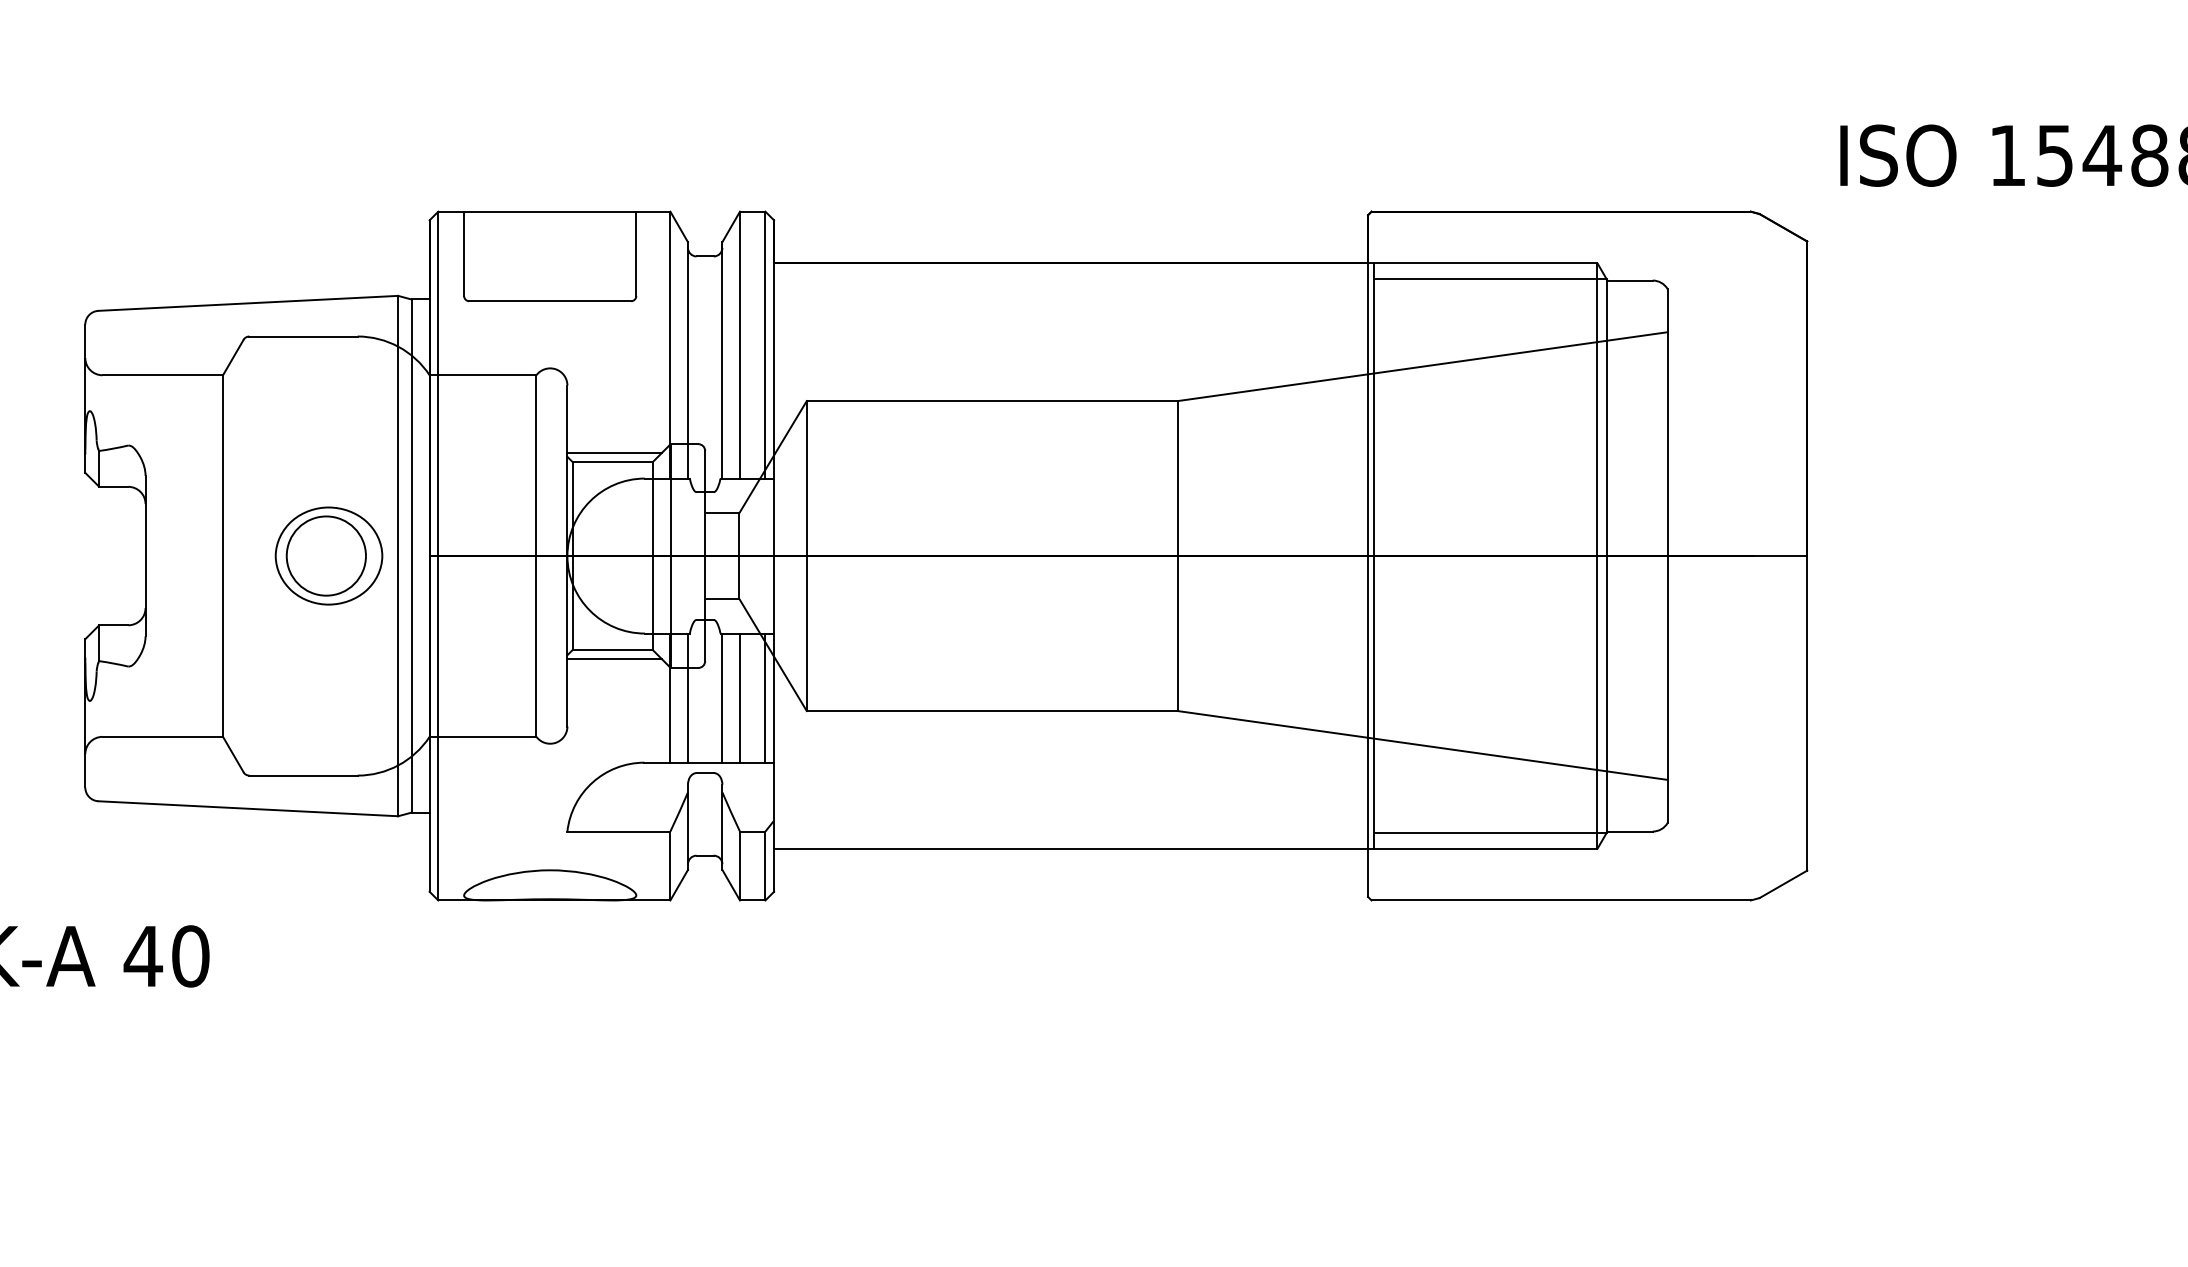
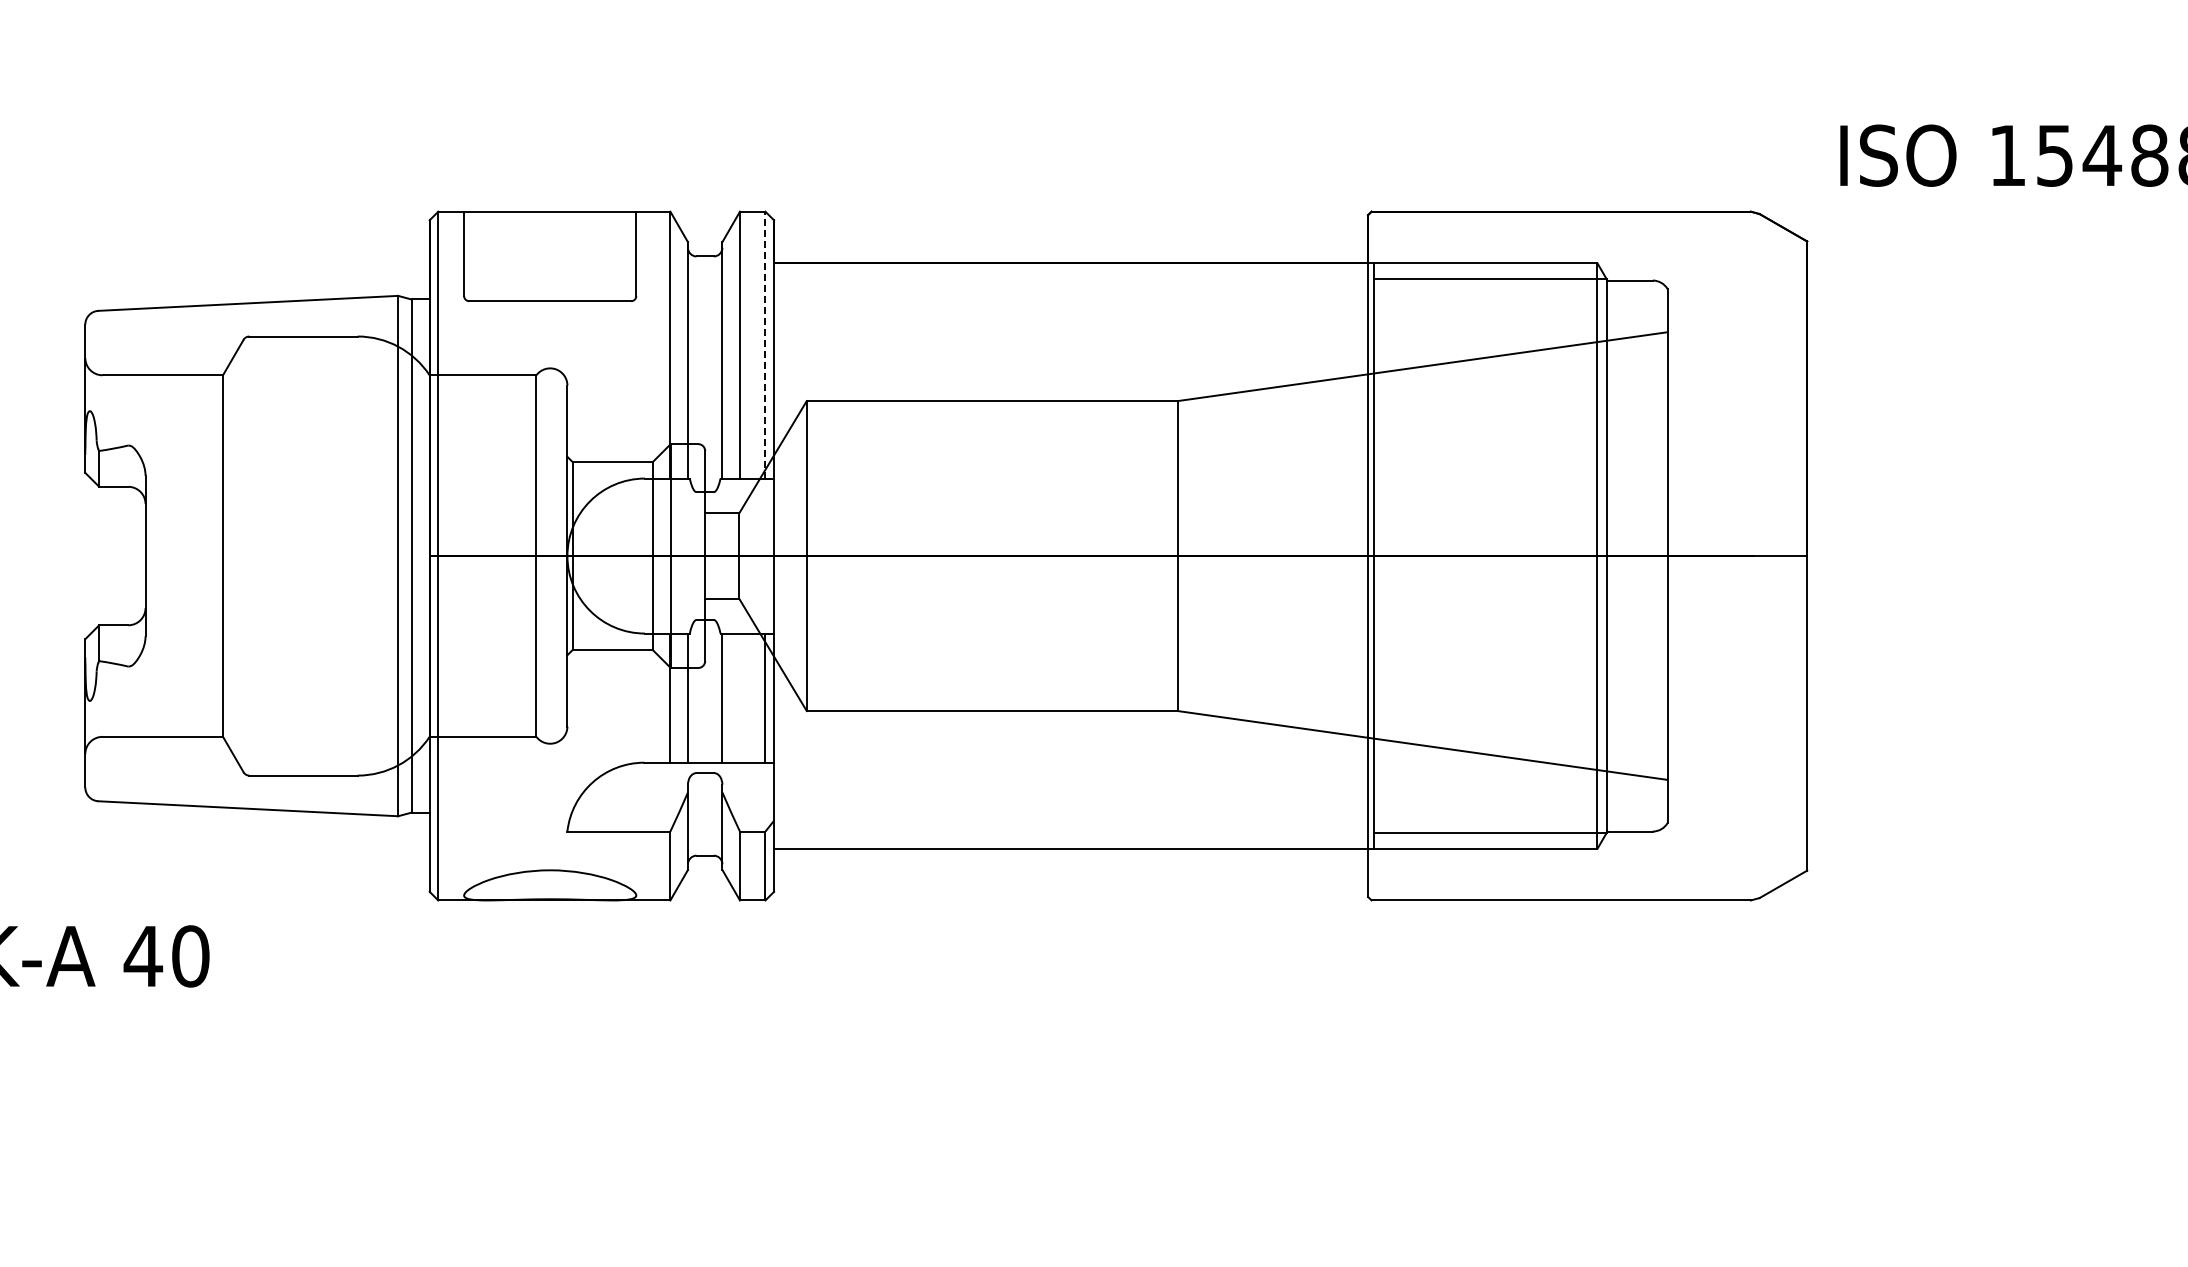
line at (765, 344): solid -> dashed
line at (614, 452): present -> none
part at (328, 555): present -> none
line at (614, 659): present -> none
line at (739, 697): present -> none
